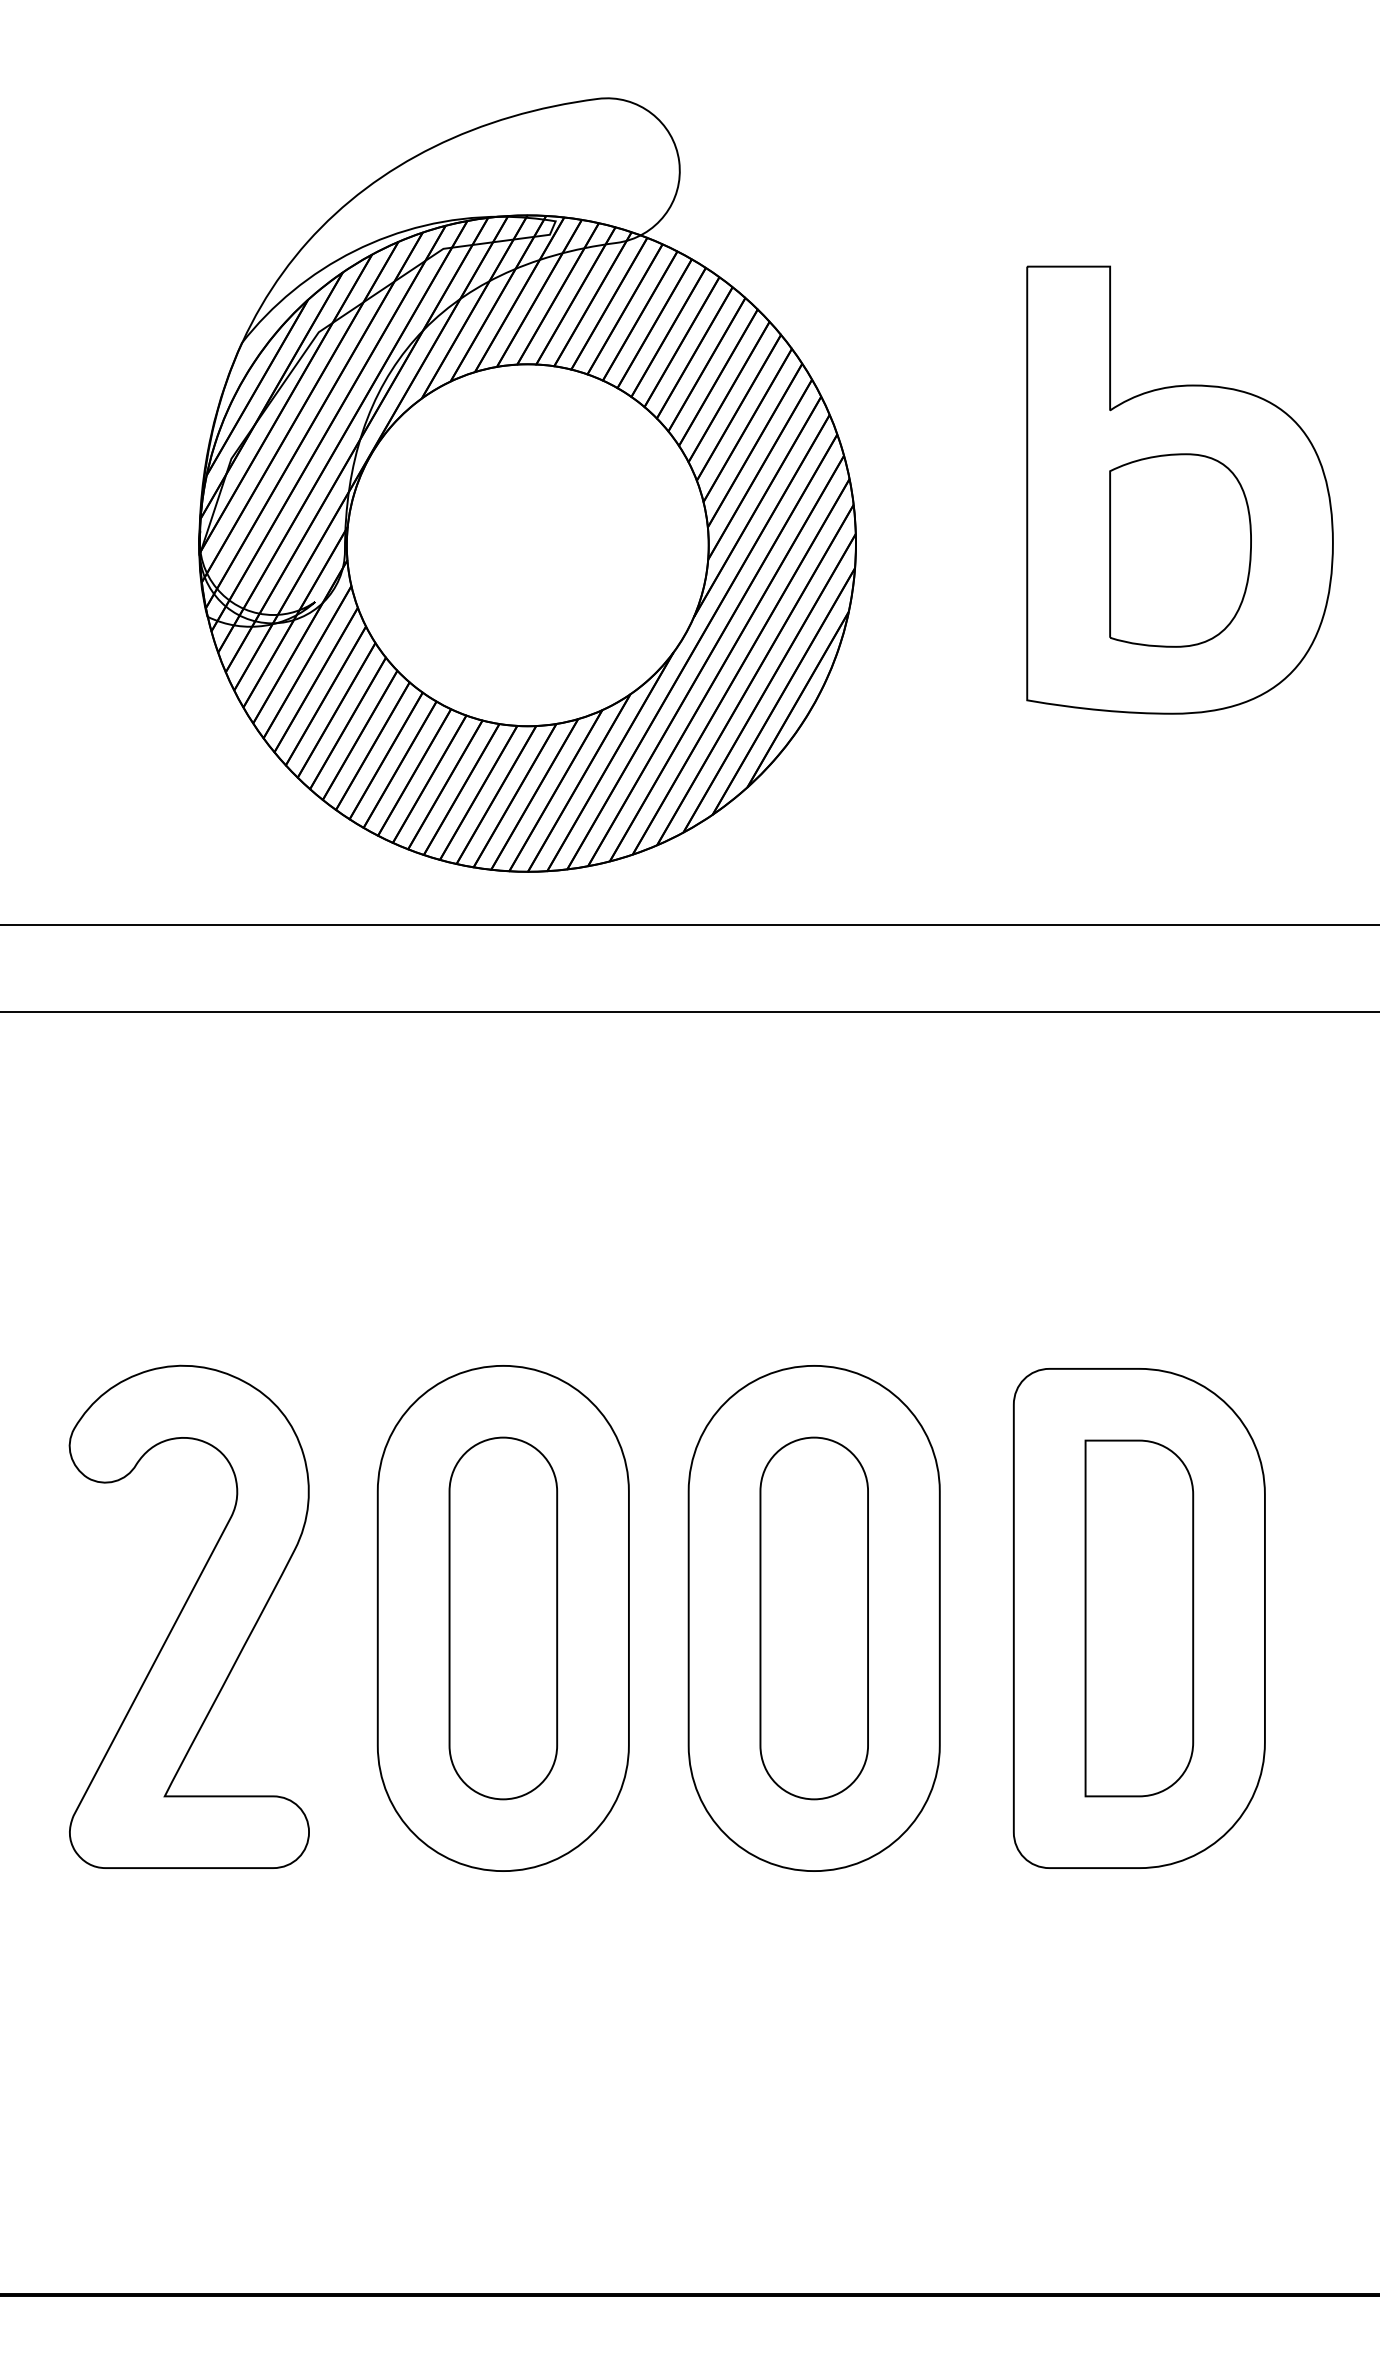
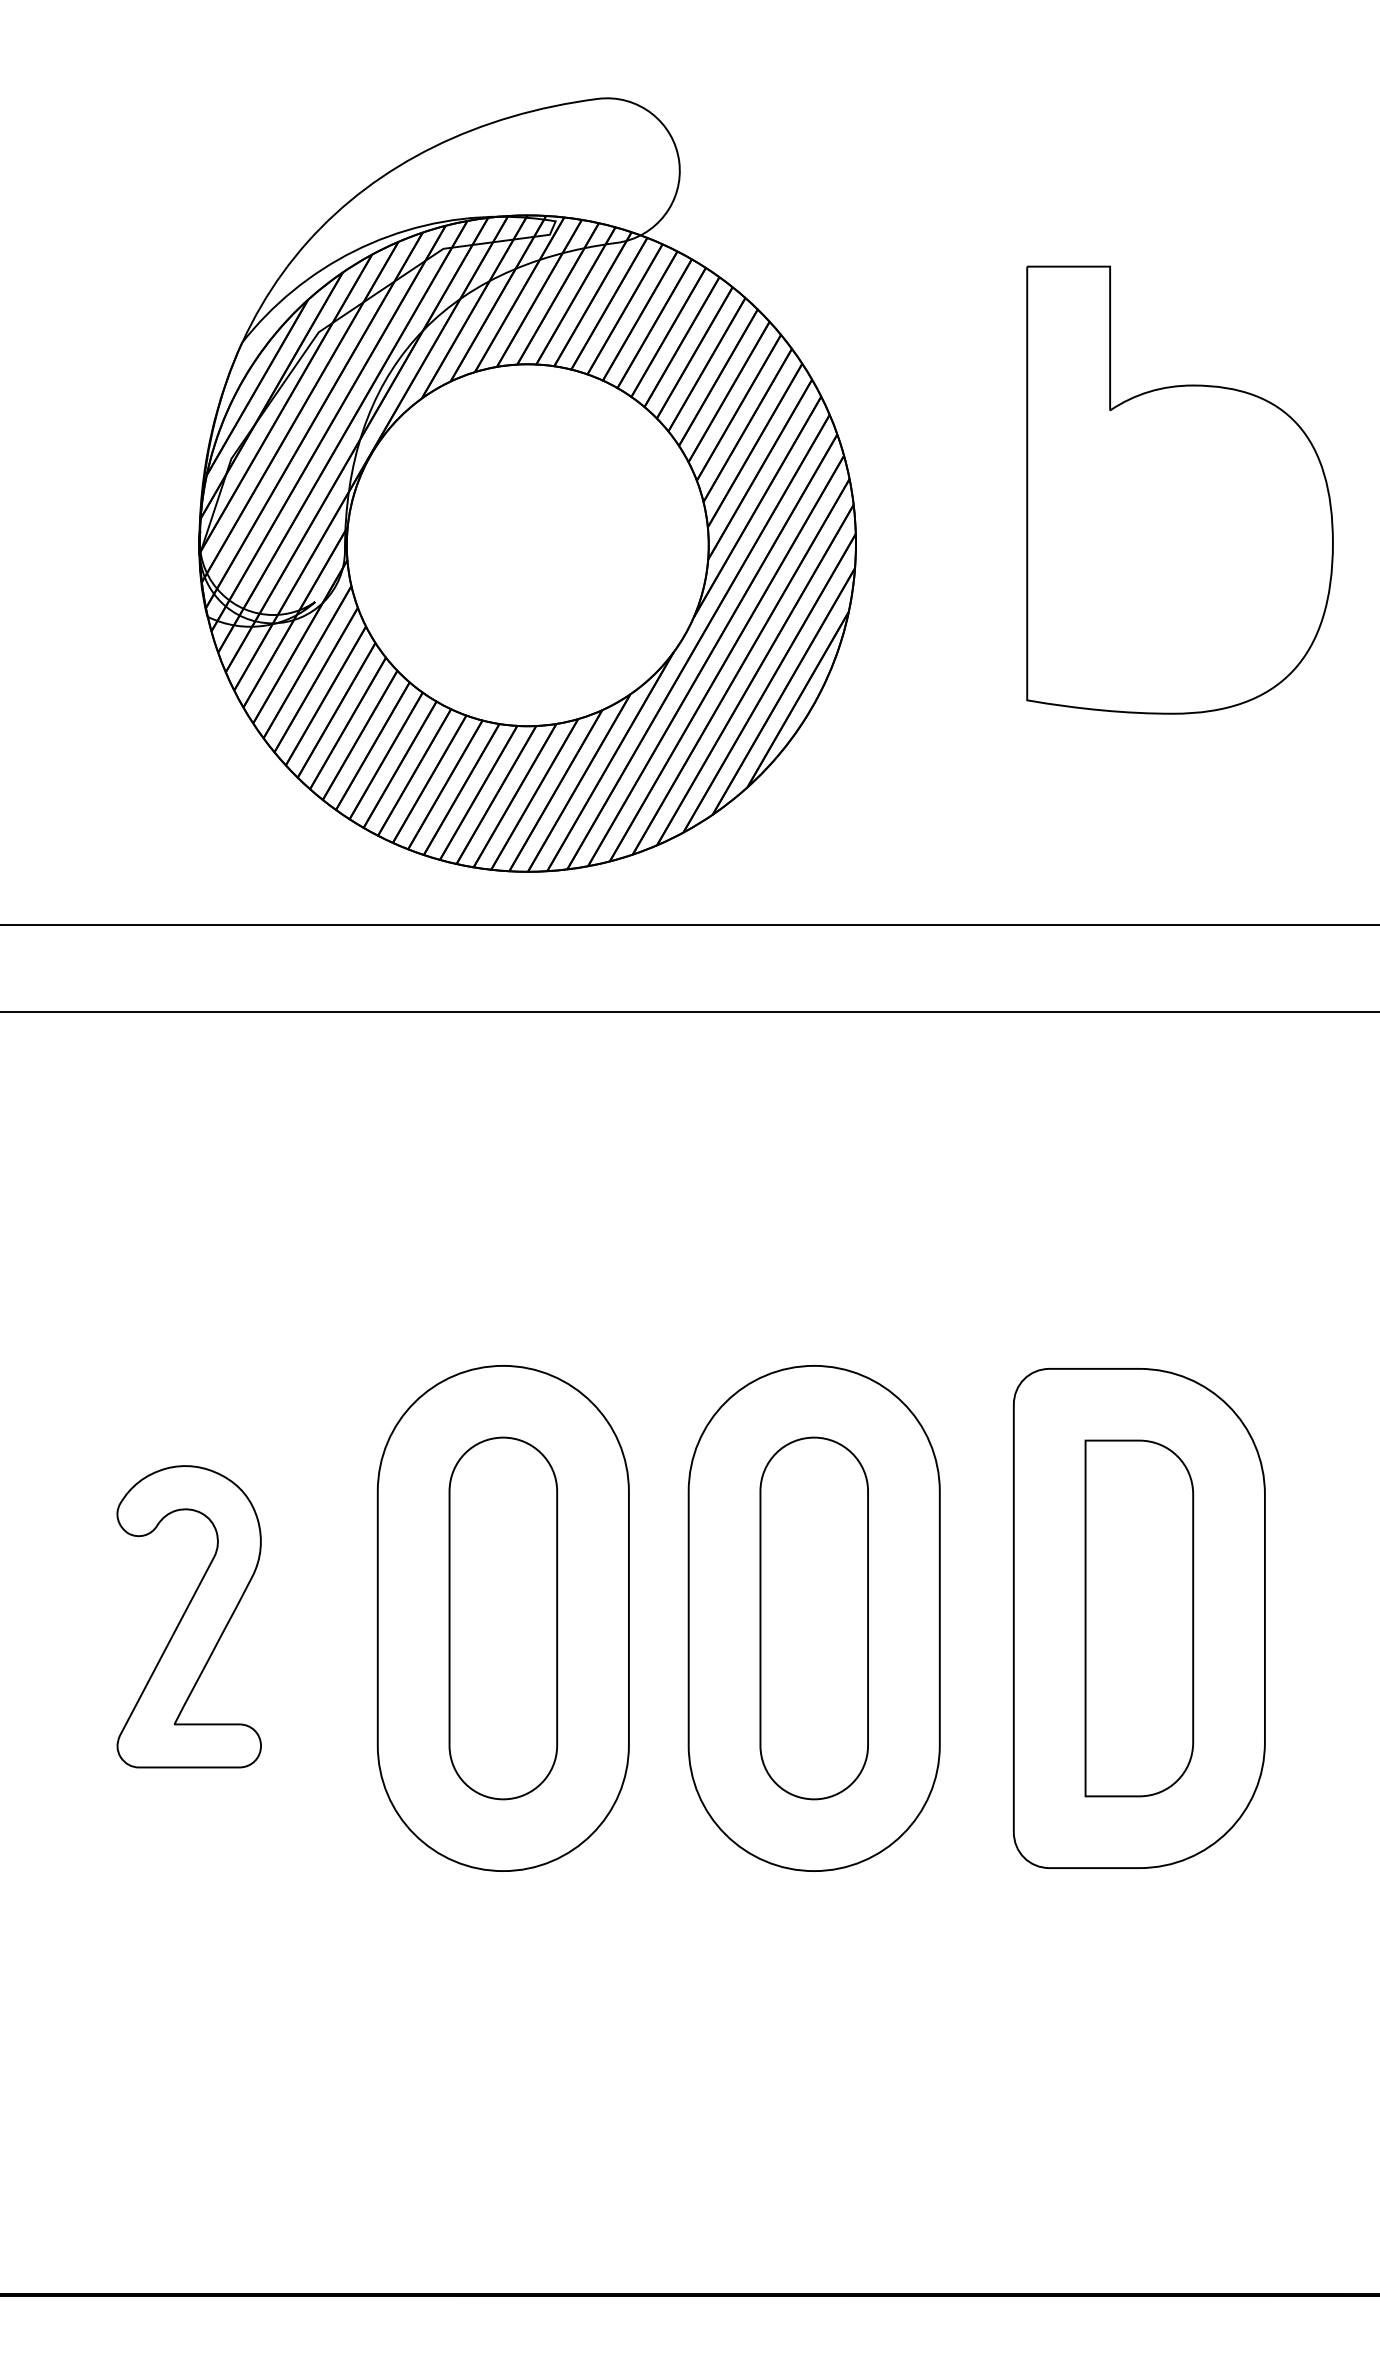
part at (1180, 550): present -> none
part at (188, 1616) size: 242x505 px -> 146x304 px
